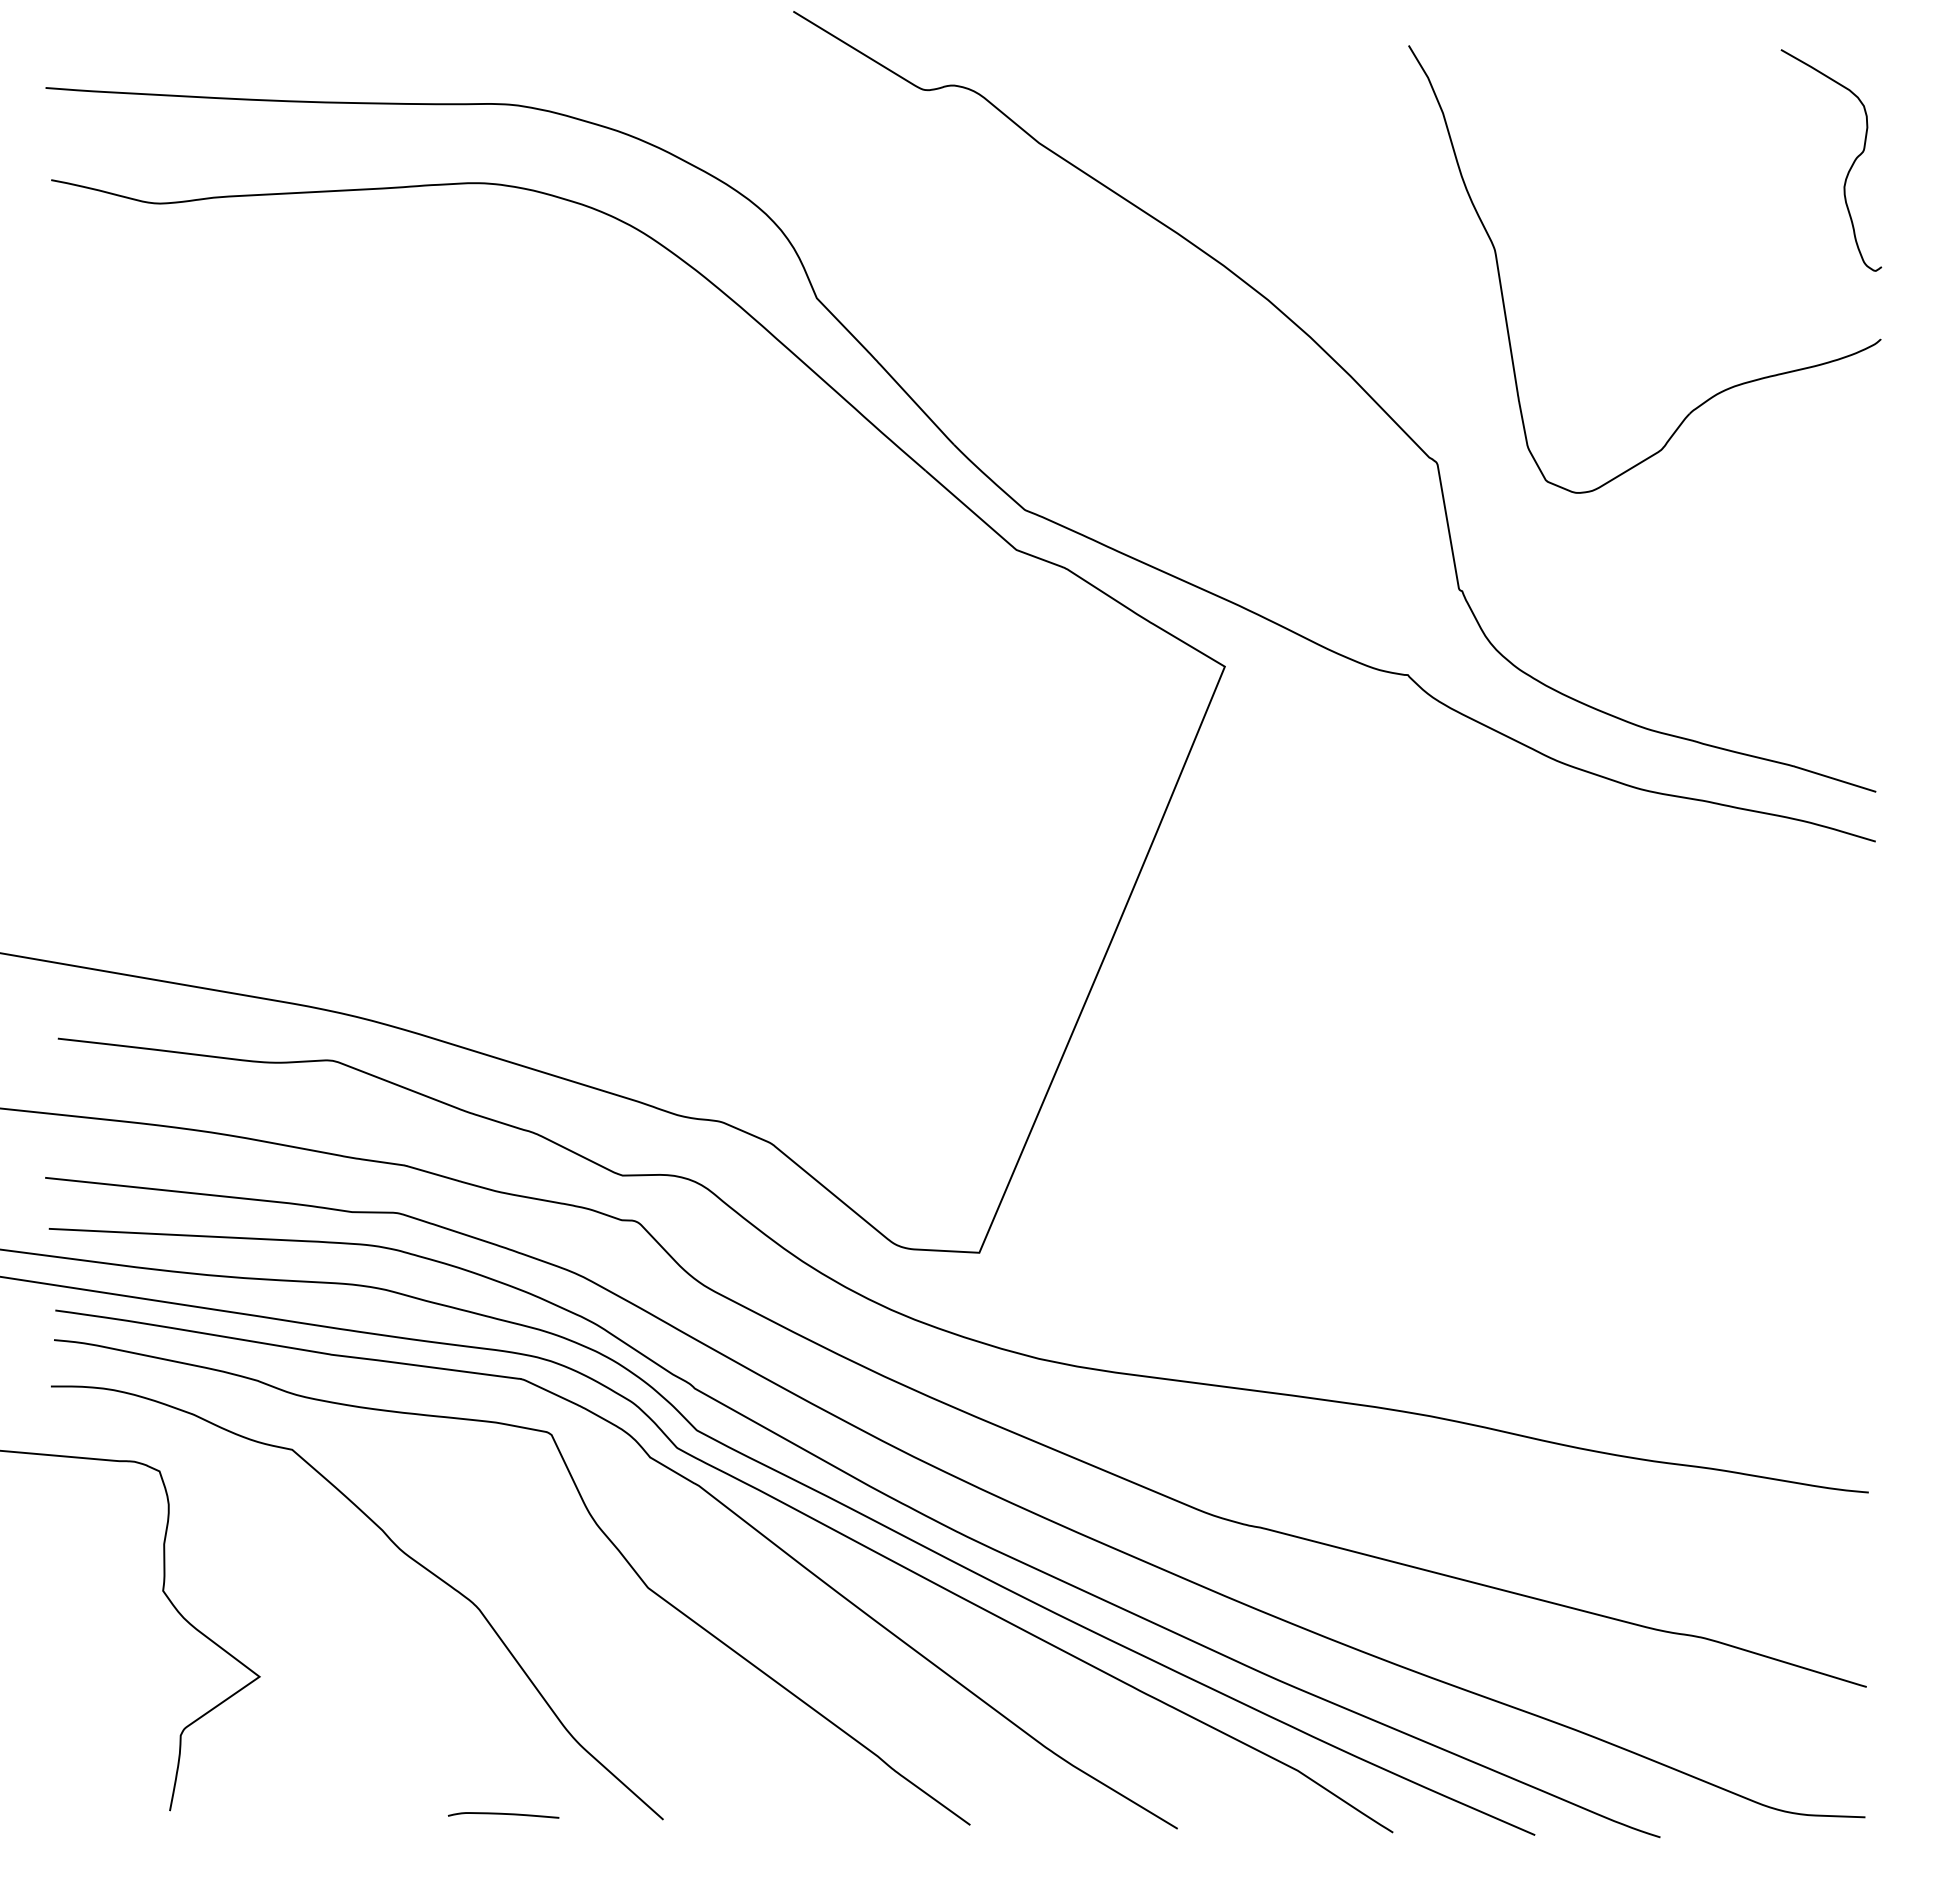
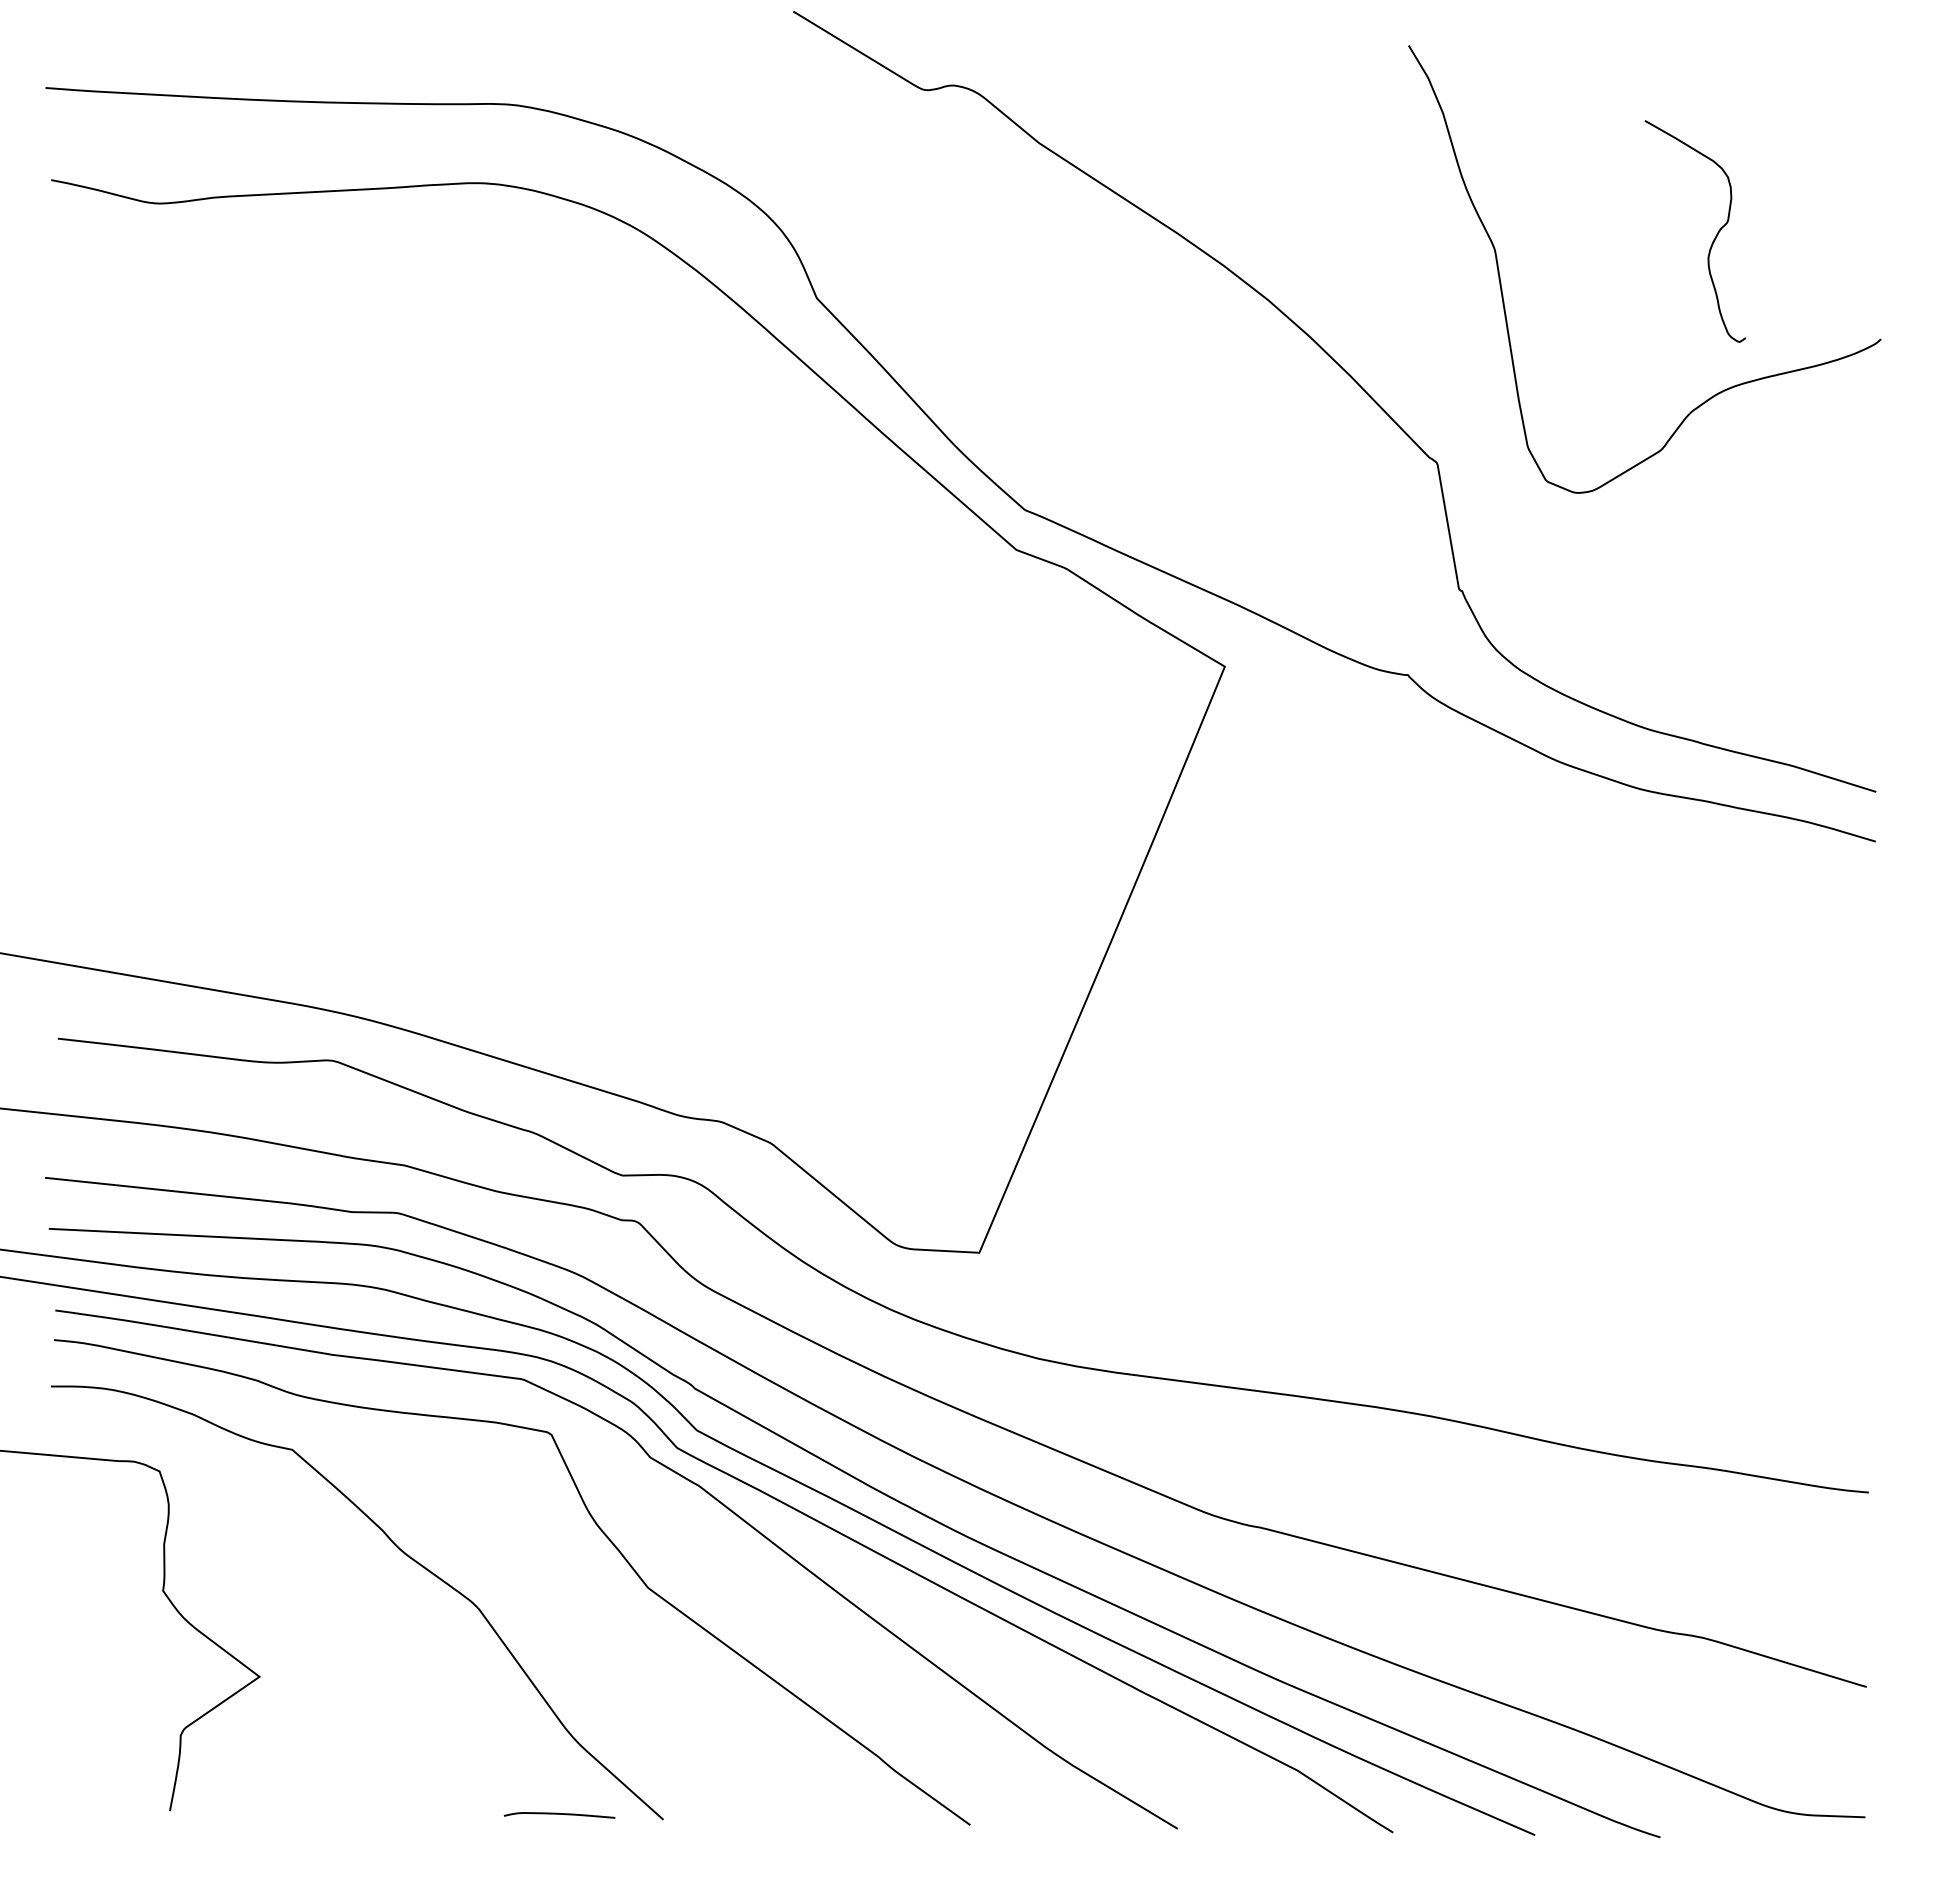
curve at (1849, 168) position: (1849, 168) -> (1713, 239)
curve at (503, 1814) position: (503, 1814) -> (559, 1814)
